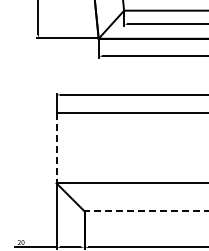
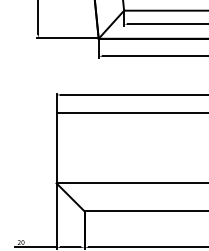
line at (56, 148): dashed -> solid
line at (146, 211): dashed -> solid
